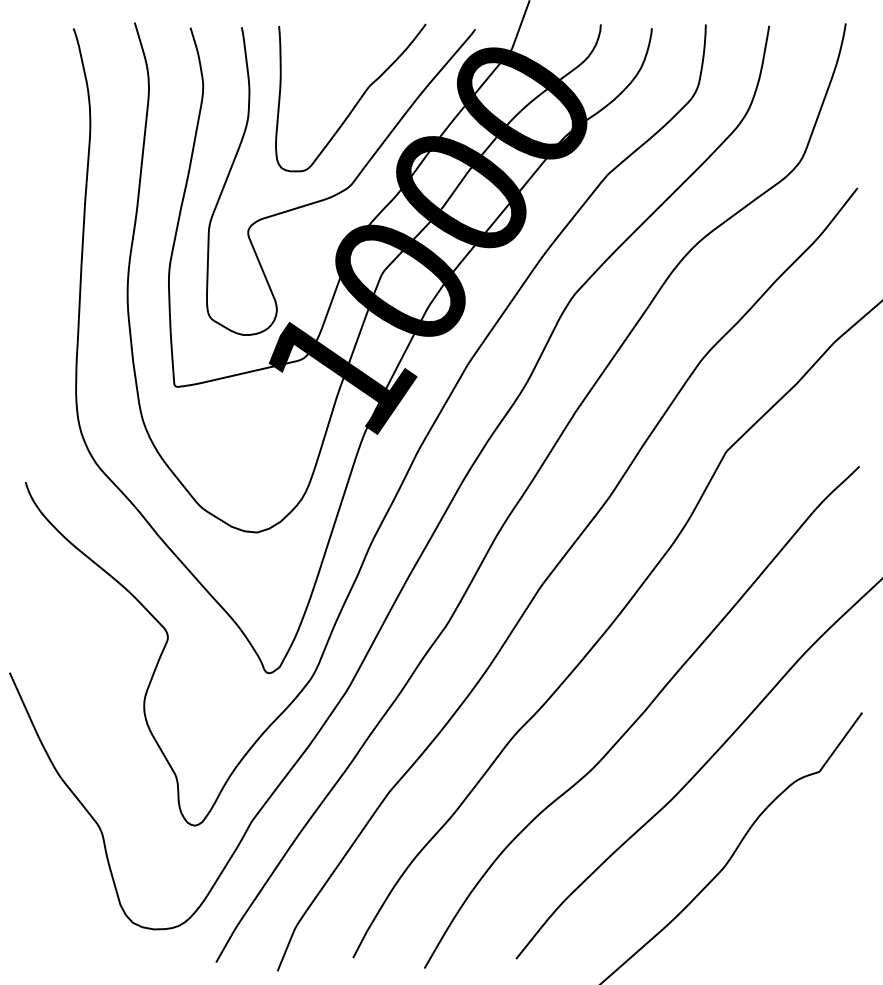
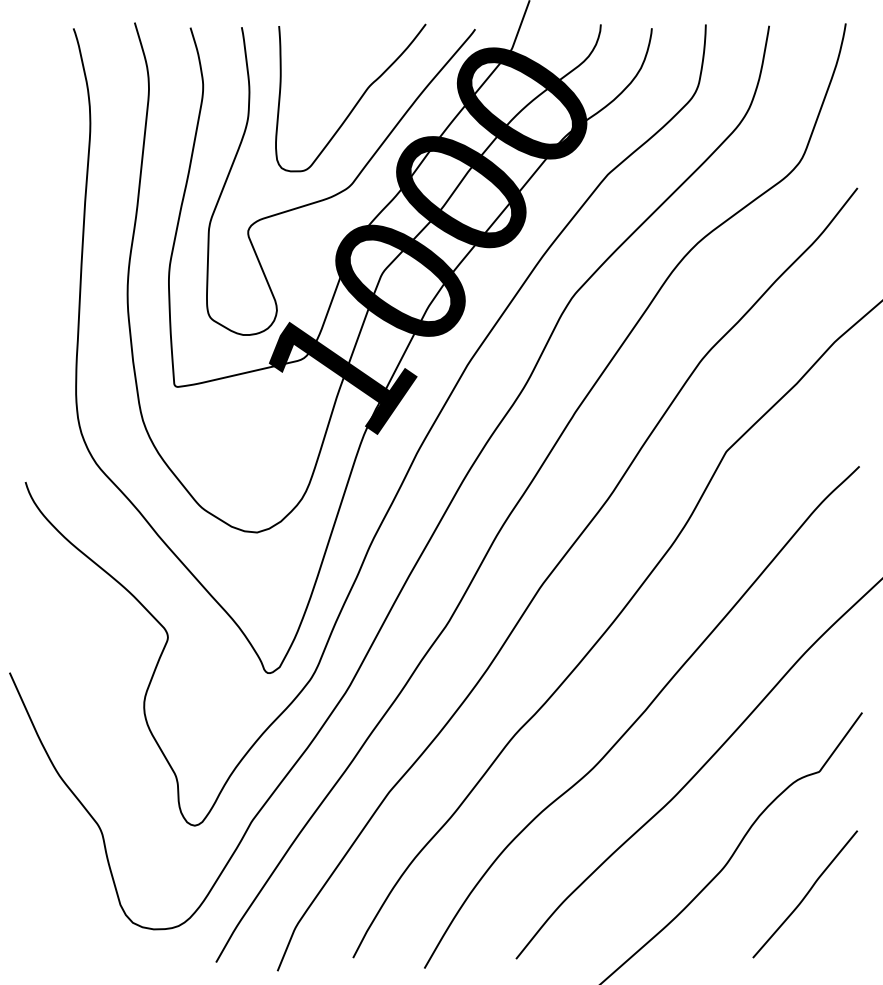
curve at (805, 894): none -> present
